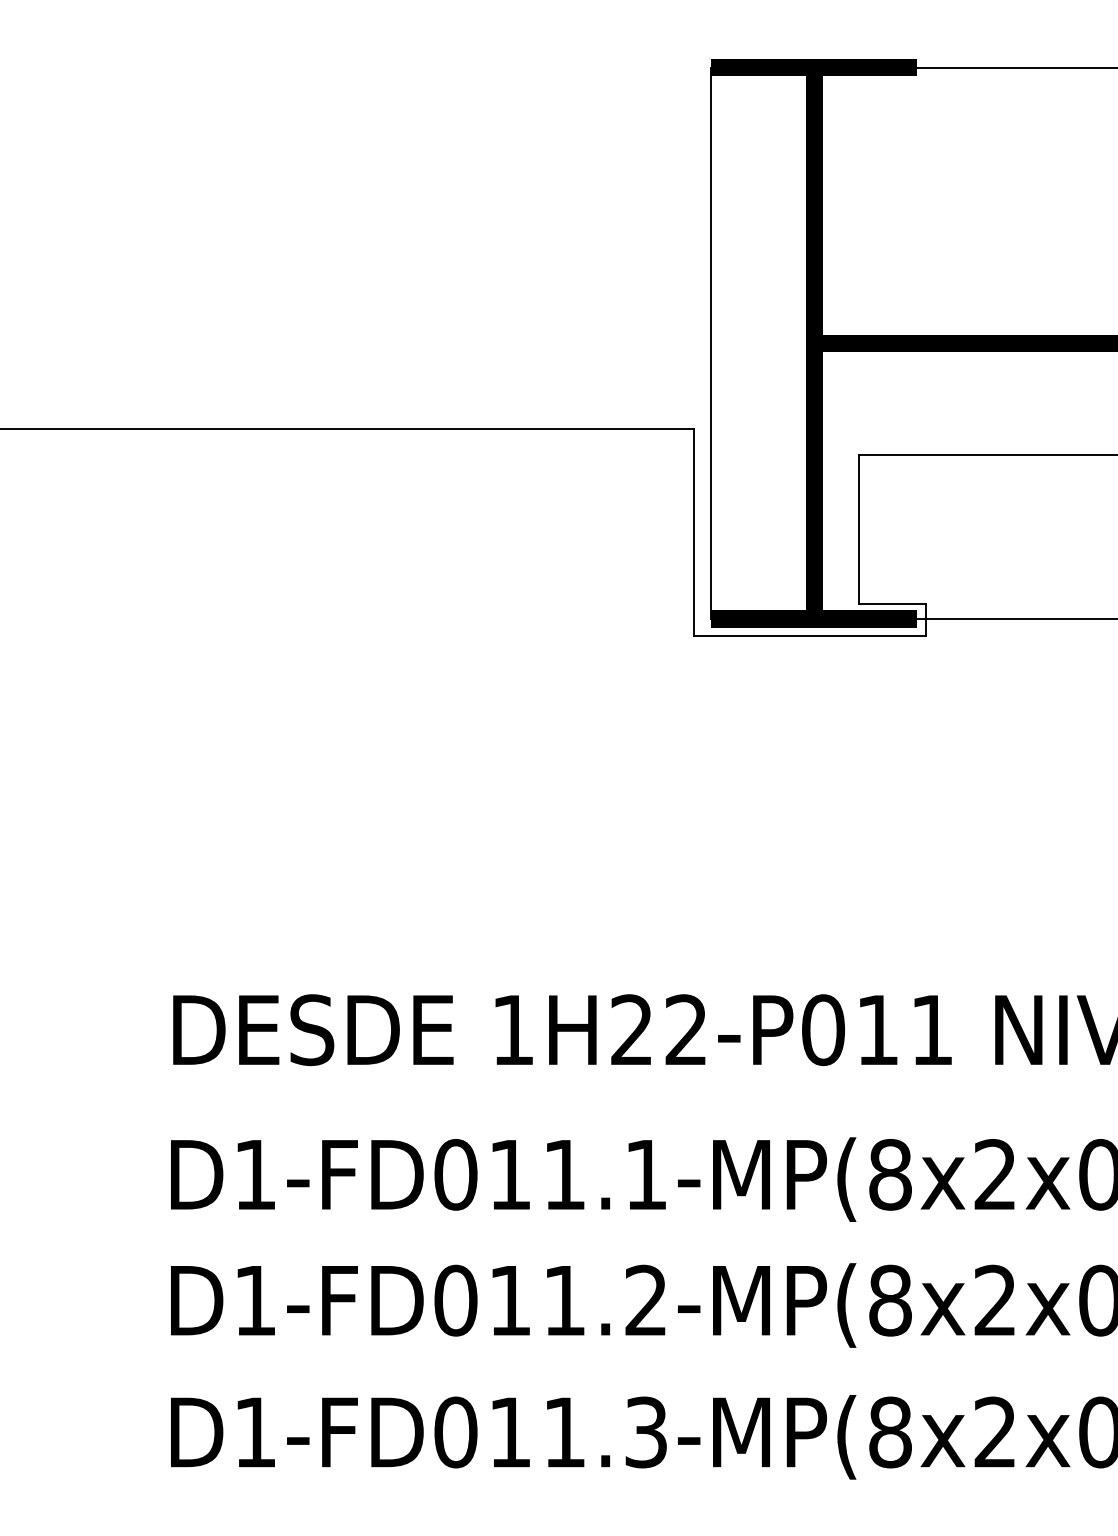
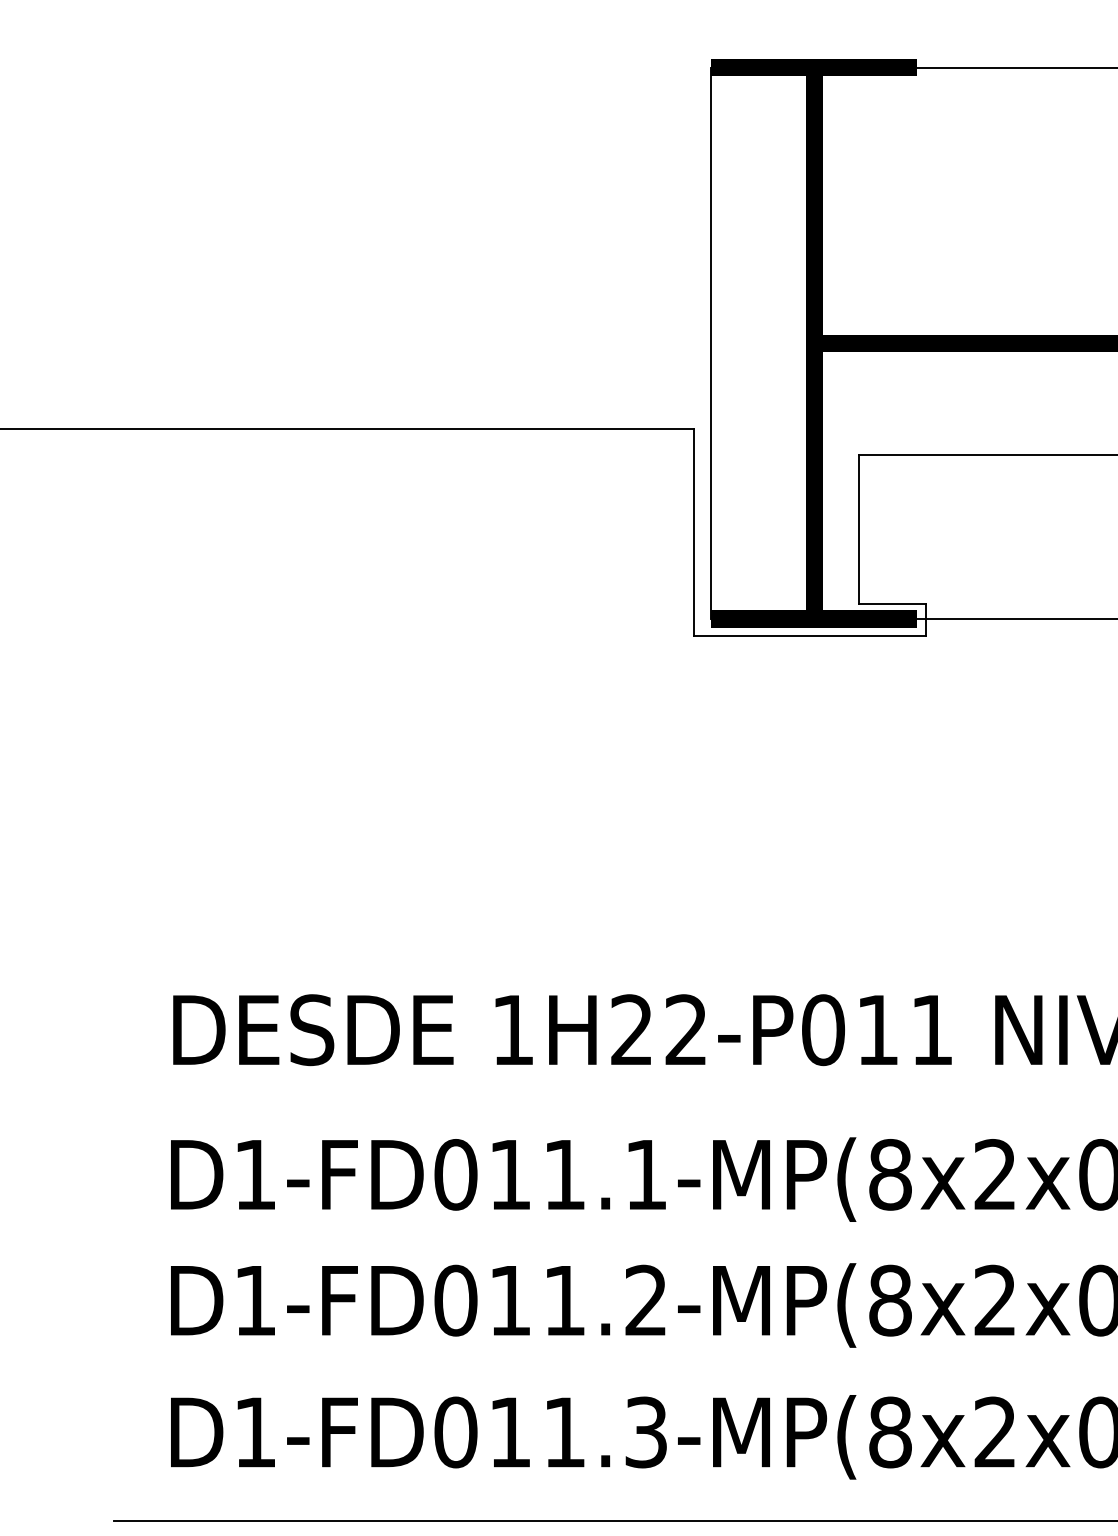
line at (613, 1520): none -> present
